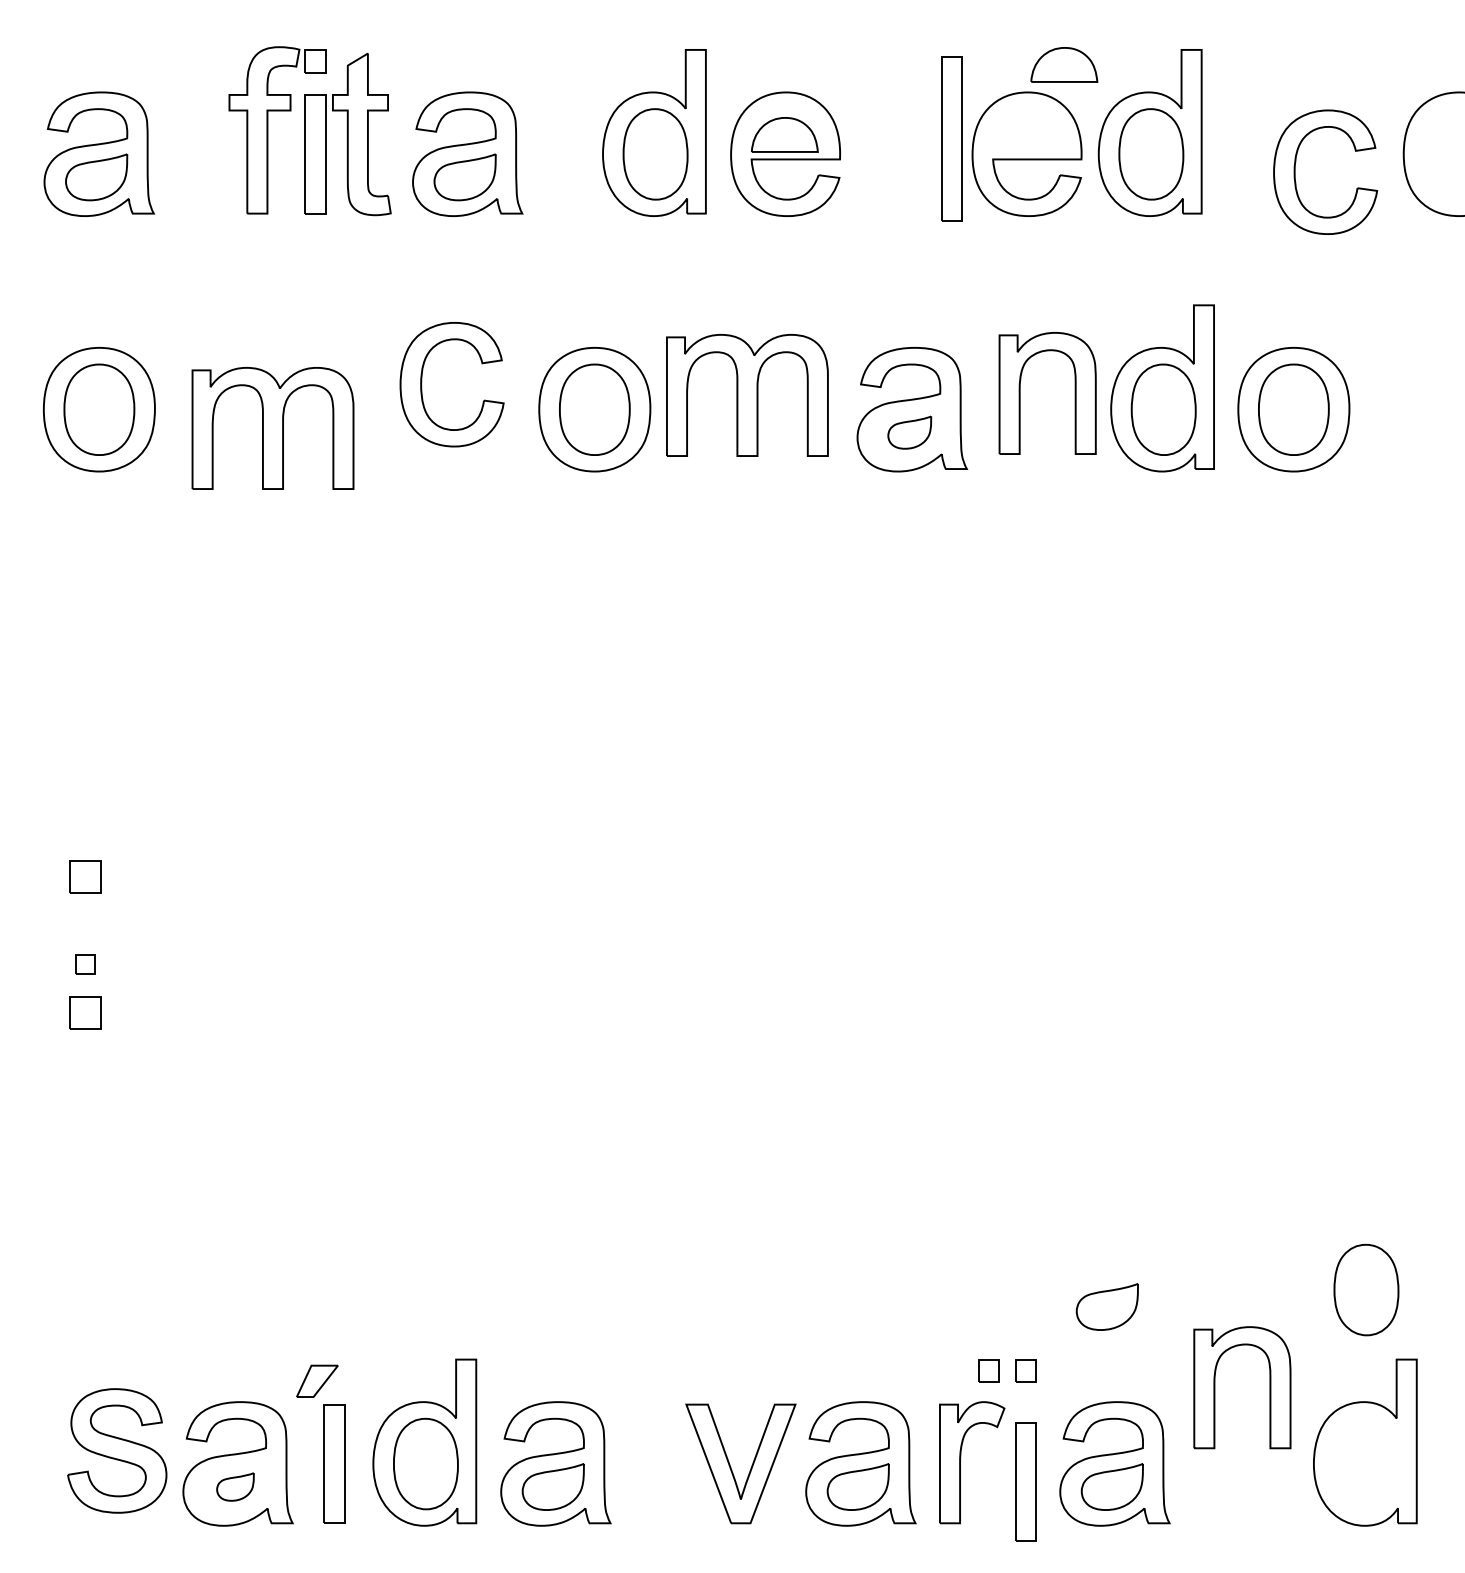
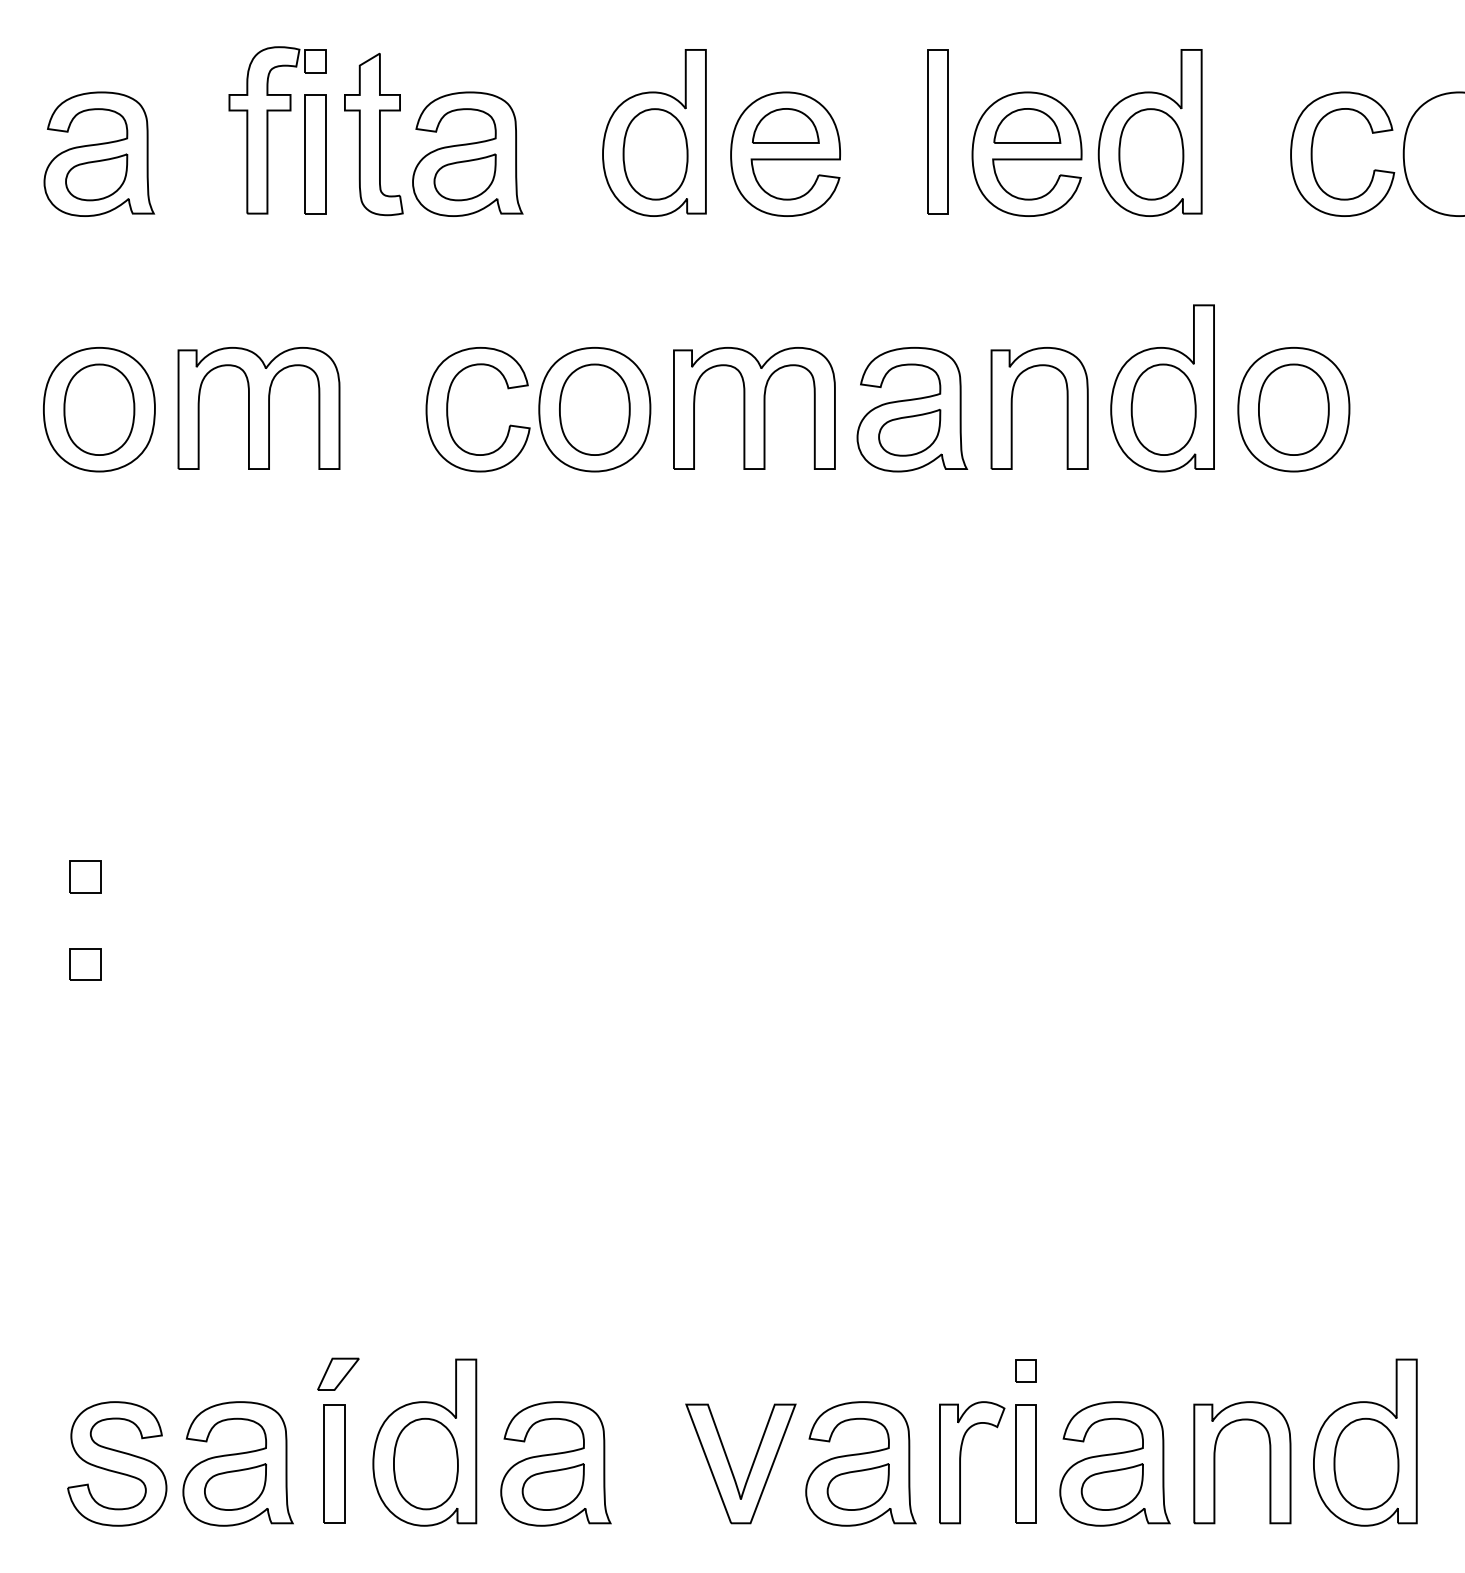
part at (1064, 64) position: (1064, 64) -> (1027, 125)
part at (361, 134) position: (361, 134) -> (373, 134)
part at (784, 134) position: (784, 134) -> (785, 125)
part at (951, 138) position: (951, 138) -> (937, 131)
part at (1295, 171) position: (1295, 171) -> (1312, 153)
part at (422, 383) position: (422, 383) -> (448, 408)
part at (1020, 393) position: (1020, 393) -> (1012, 408)
part at (747, 395) position: (747, 395) -> (754, 408)
part at (272, 428) position: (272, 428) -> (258, 408)
part at (909, 432) size: 46x35 px -> 64x49 px
part at (85, 964) size: 21x21 px -> 33x33 px
part at (85, 1012): present -> none
part at (1366, 1289) position: (1366, 1289) -> (1366, 1463)
part at (1106, 1306): present -> none
part at (988, 1370): present -> none
part at (317, 1380) position: (317, 1380) -> (338, 1373)
part at (1215, 1387) position: (1215, 1387) -> (1215, 1462)
part at (117, 1450) position: (117, 1450) -> (117, 1463)
part at (1025, 1481) position: (1025, 1481) -> (1025, 1463)
part at (235, 1486) size: 39x30 px -> 63x48 px
